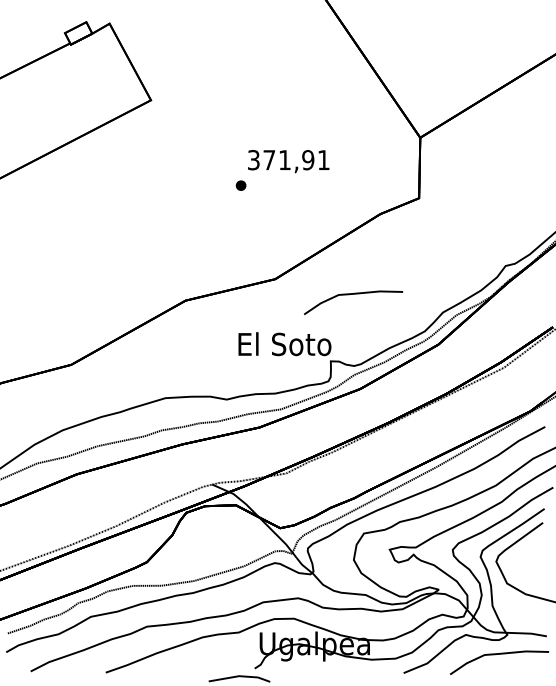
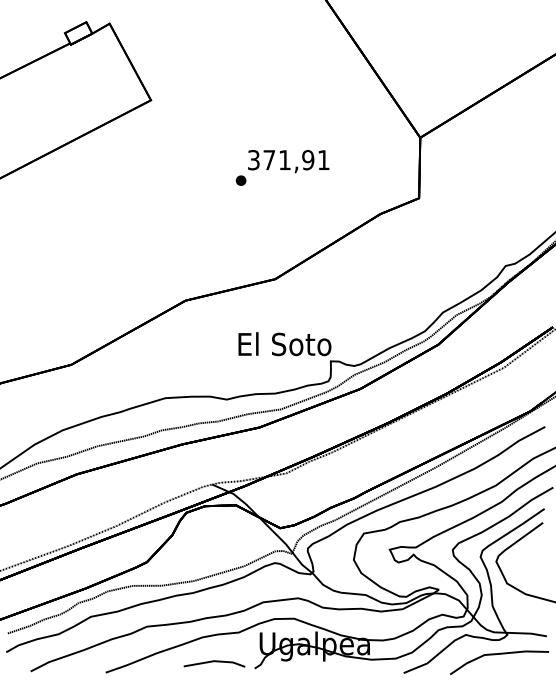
part at (240, 185) position: (240, 185) -> (240, 180)
curve at (353, 294): present -> none
line at (239, 677) position: (239, 677) -> (214, 662)
